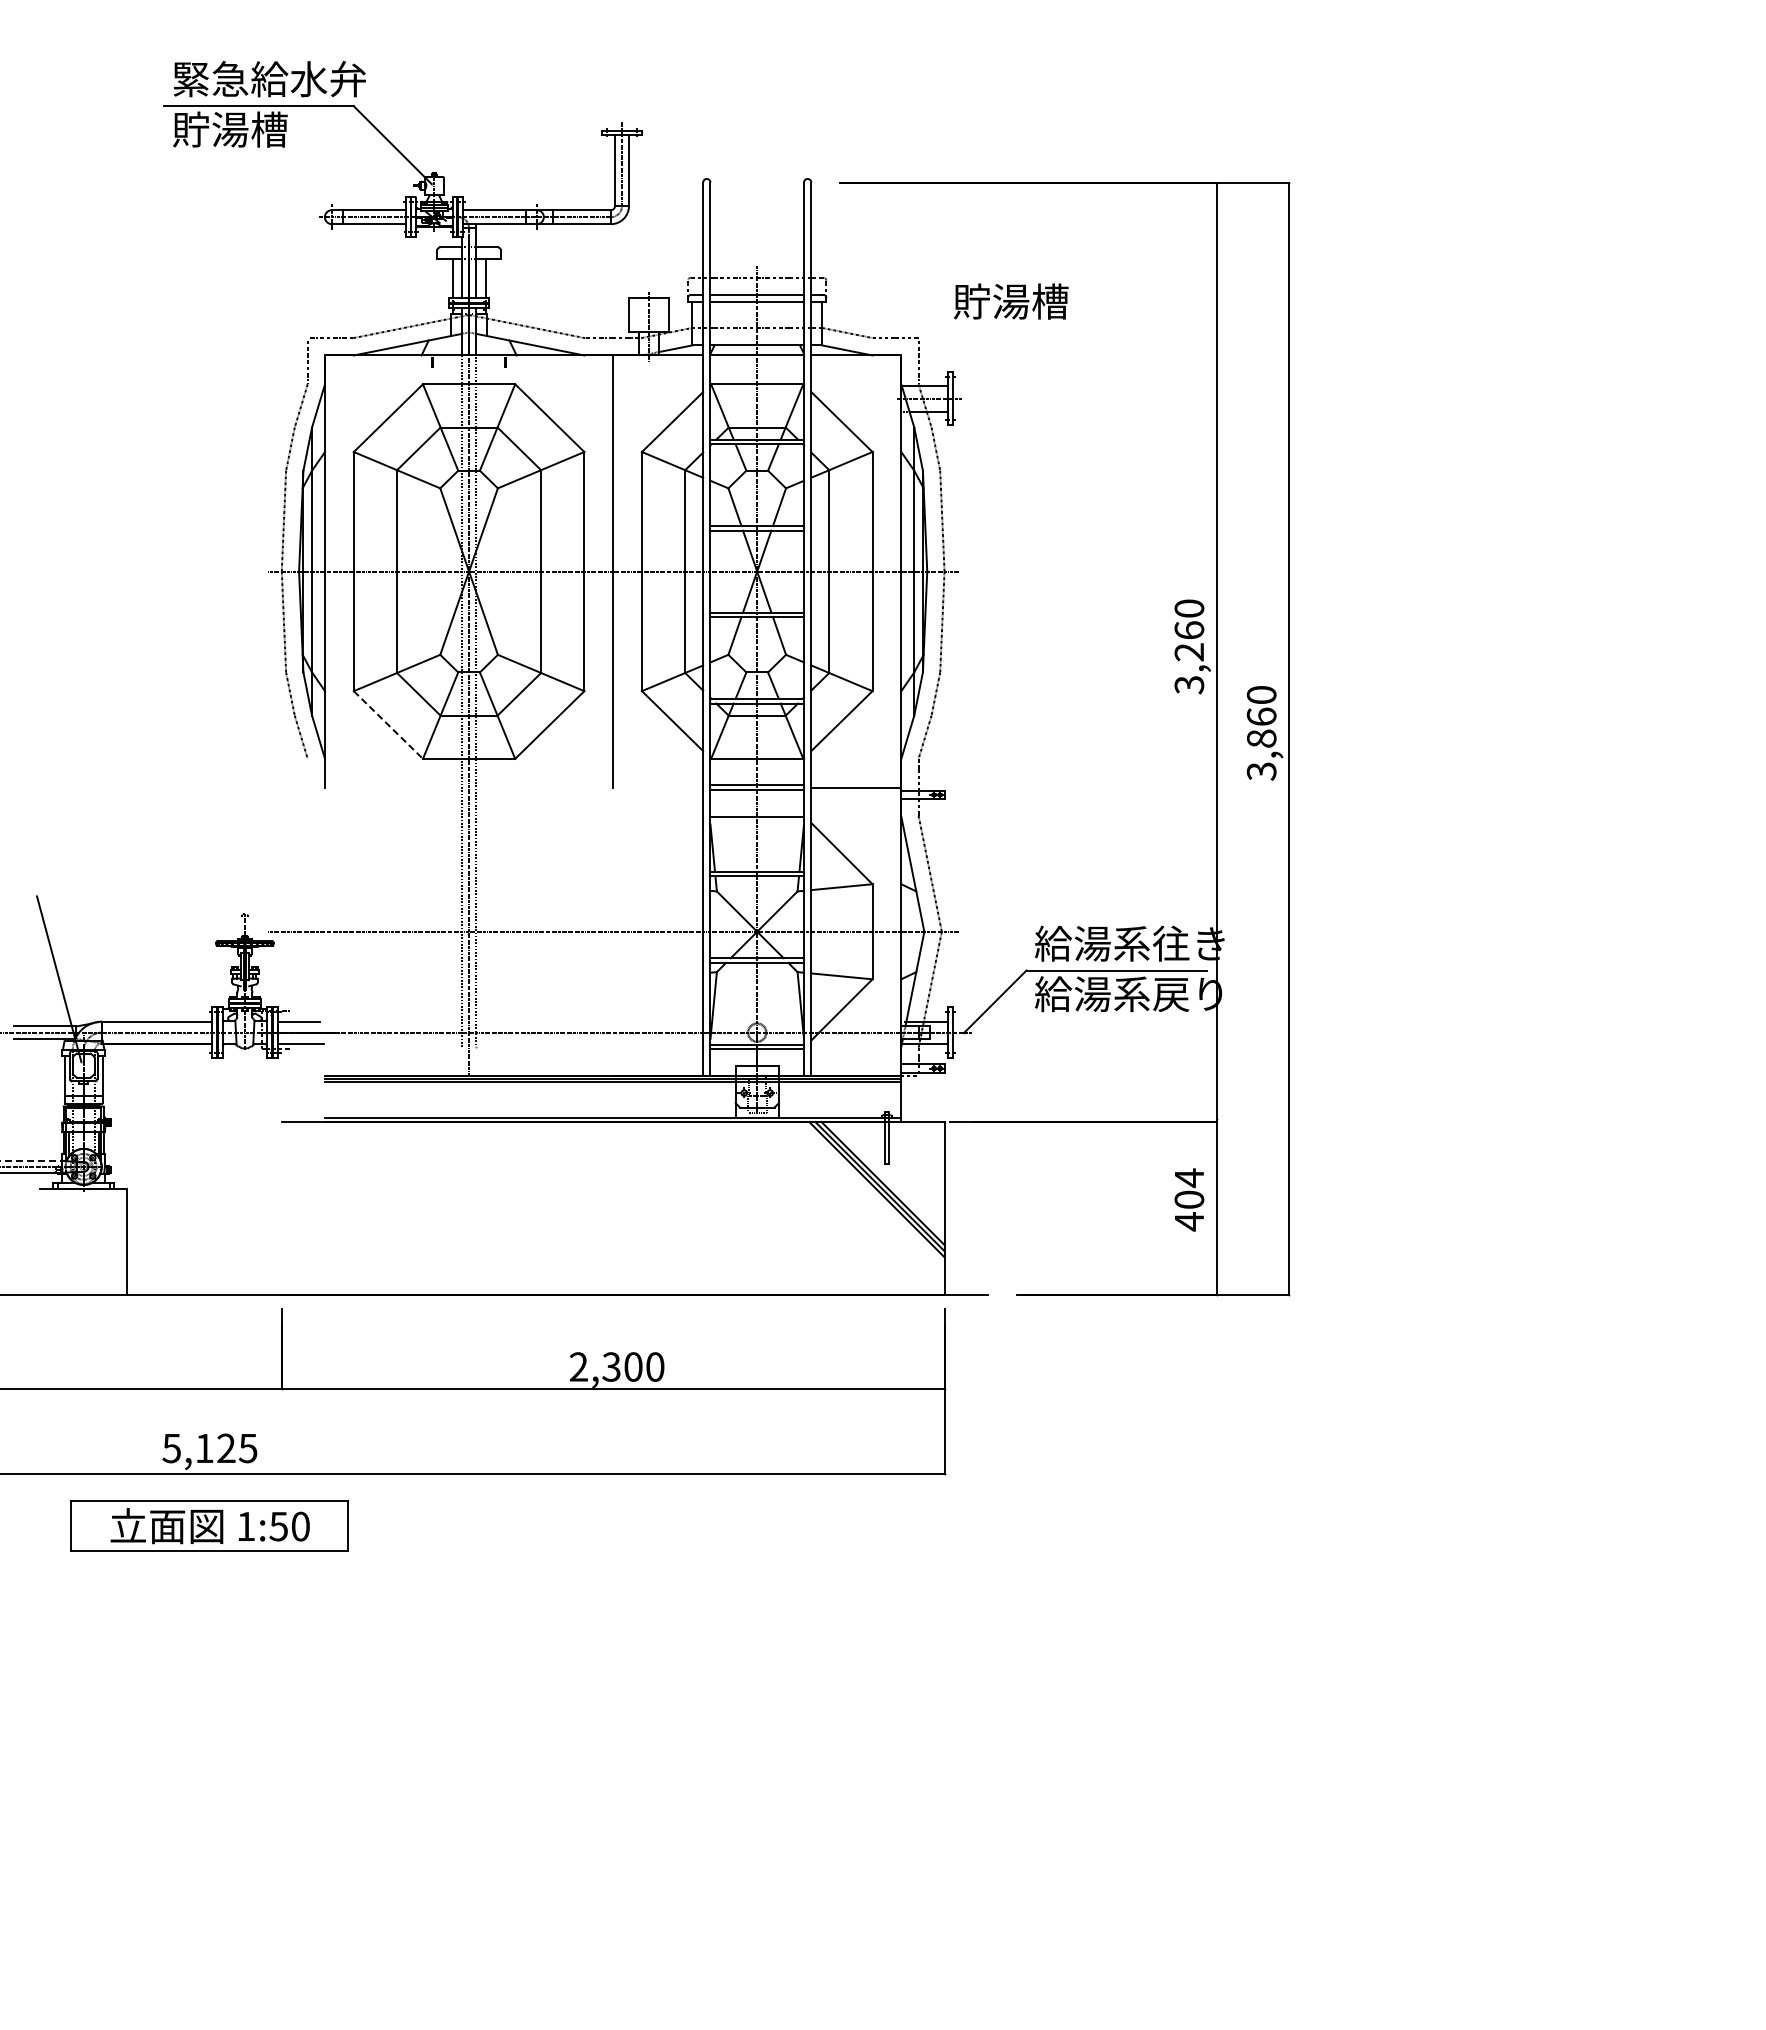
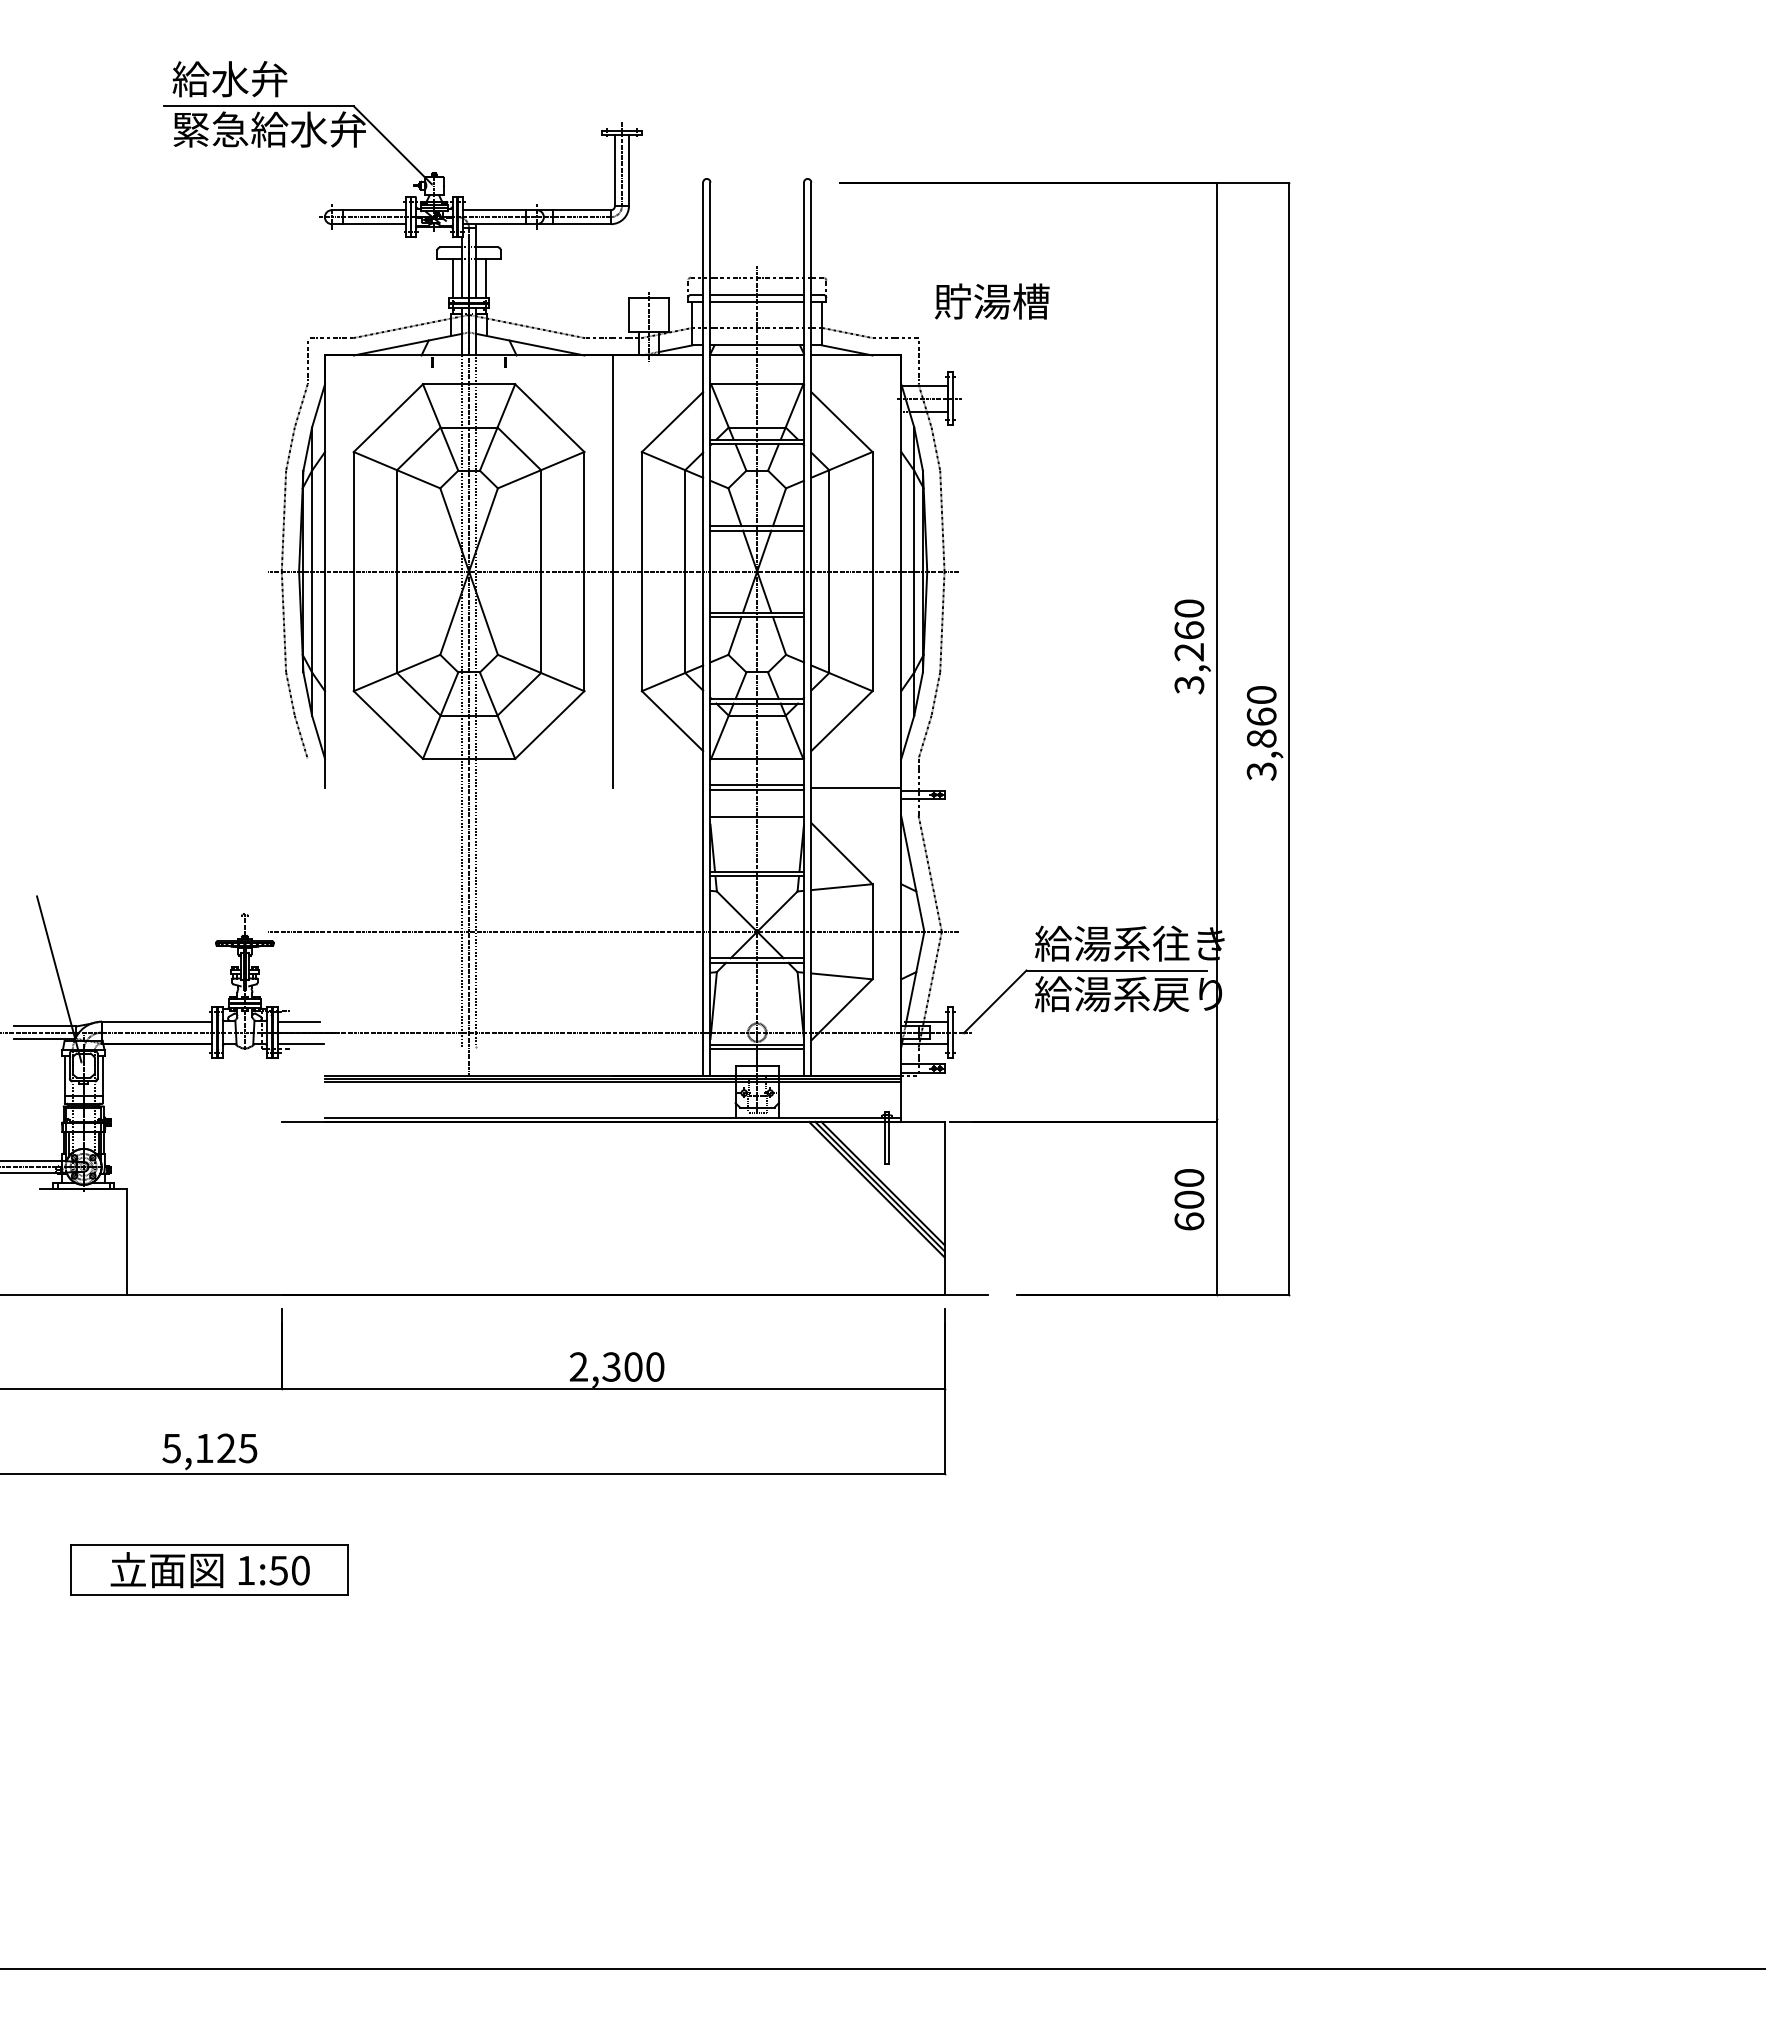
text at (268, 79): 緊急給水弁 -> 給水弁
text at (269, 129): 貯湯槽 -> 緊急給水弁
text at (1010, 301) position: (1010, 301) -> (991, 301)
line at (388, 725): dashed -> solid
line at (31, 1160): dashed -> solid
text at (1189, 1199): 404 -> 600
part at (209, 1525) position: (209, 1525) -> (209, 1569)
line at (882, 1969): none -> present
